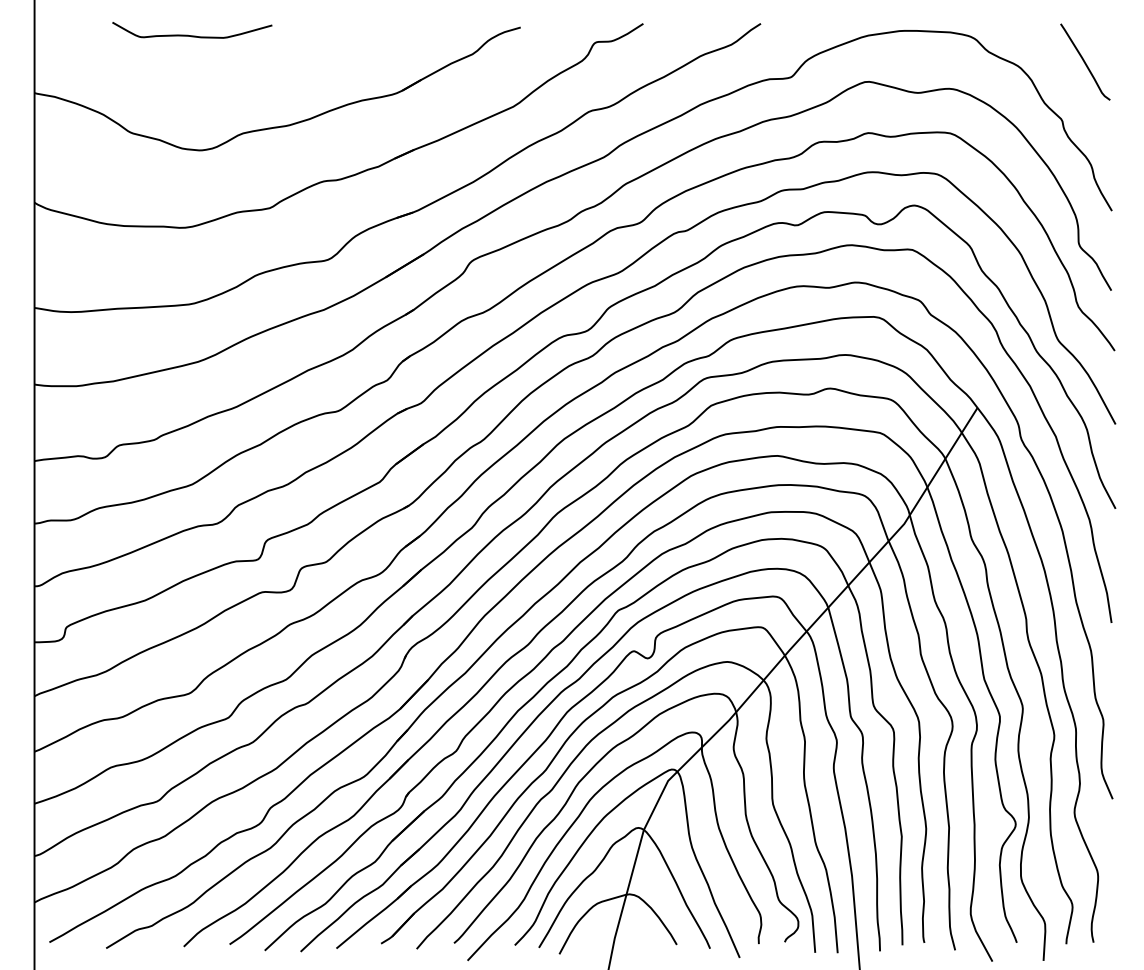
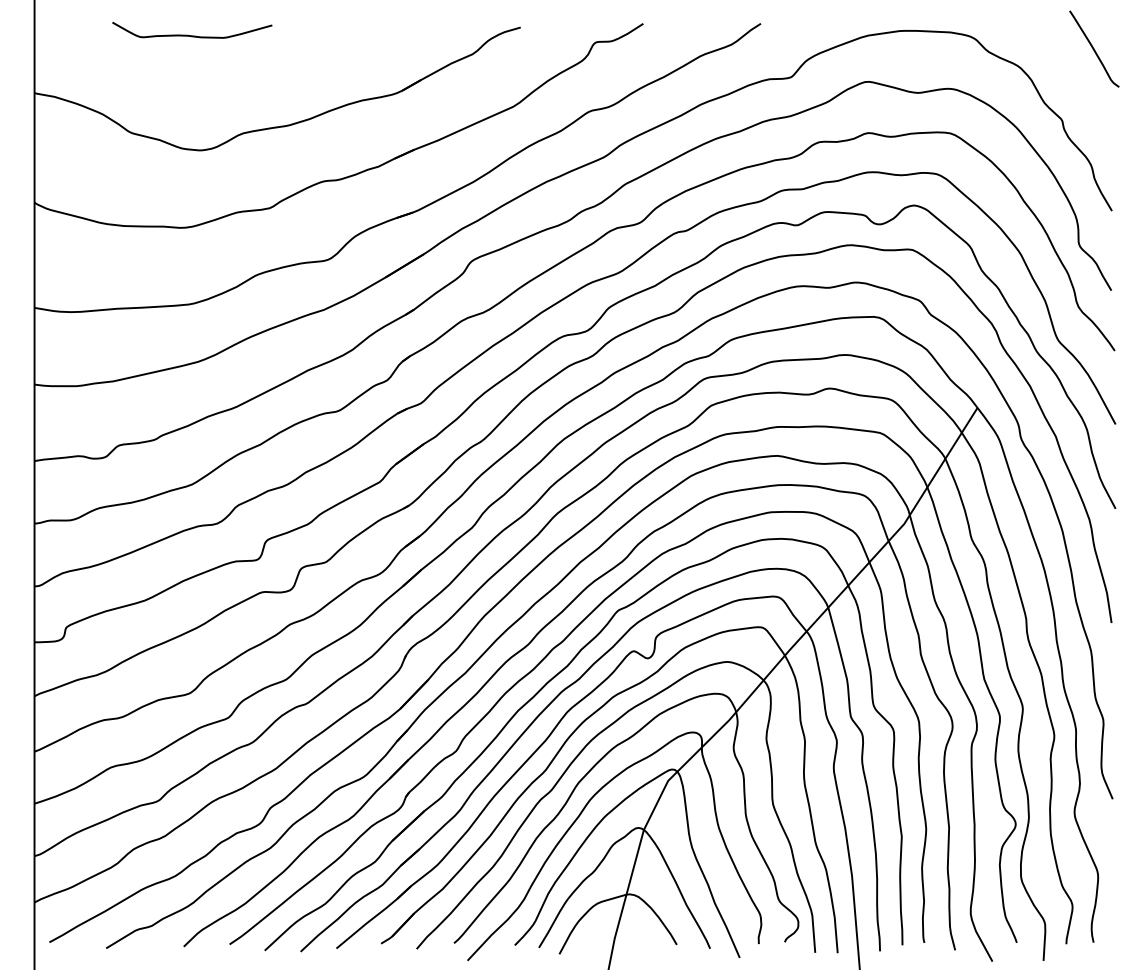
curve at (1085, 61) position: (1085, 61) -> (1094, 48)
